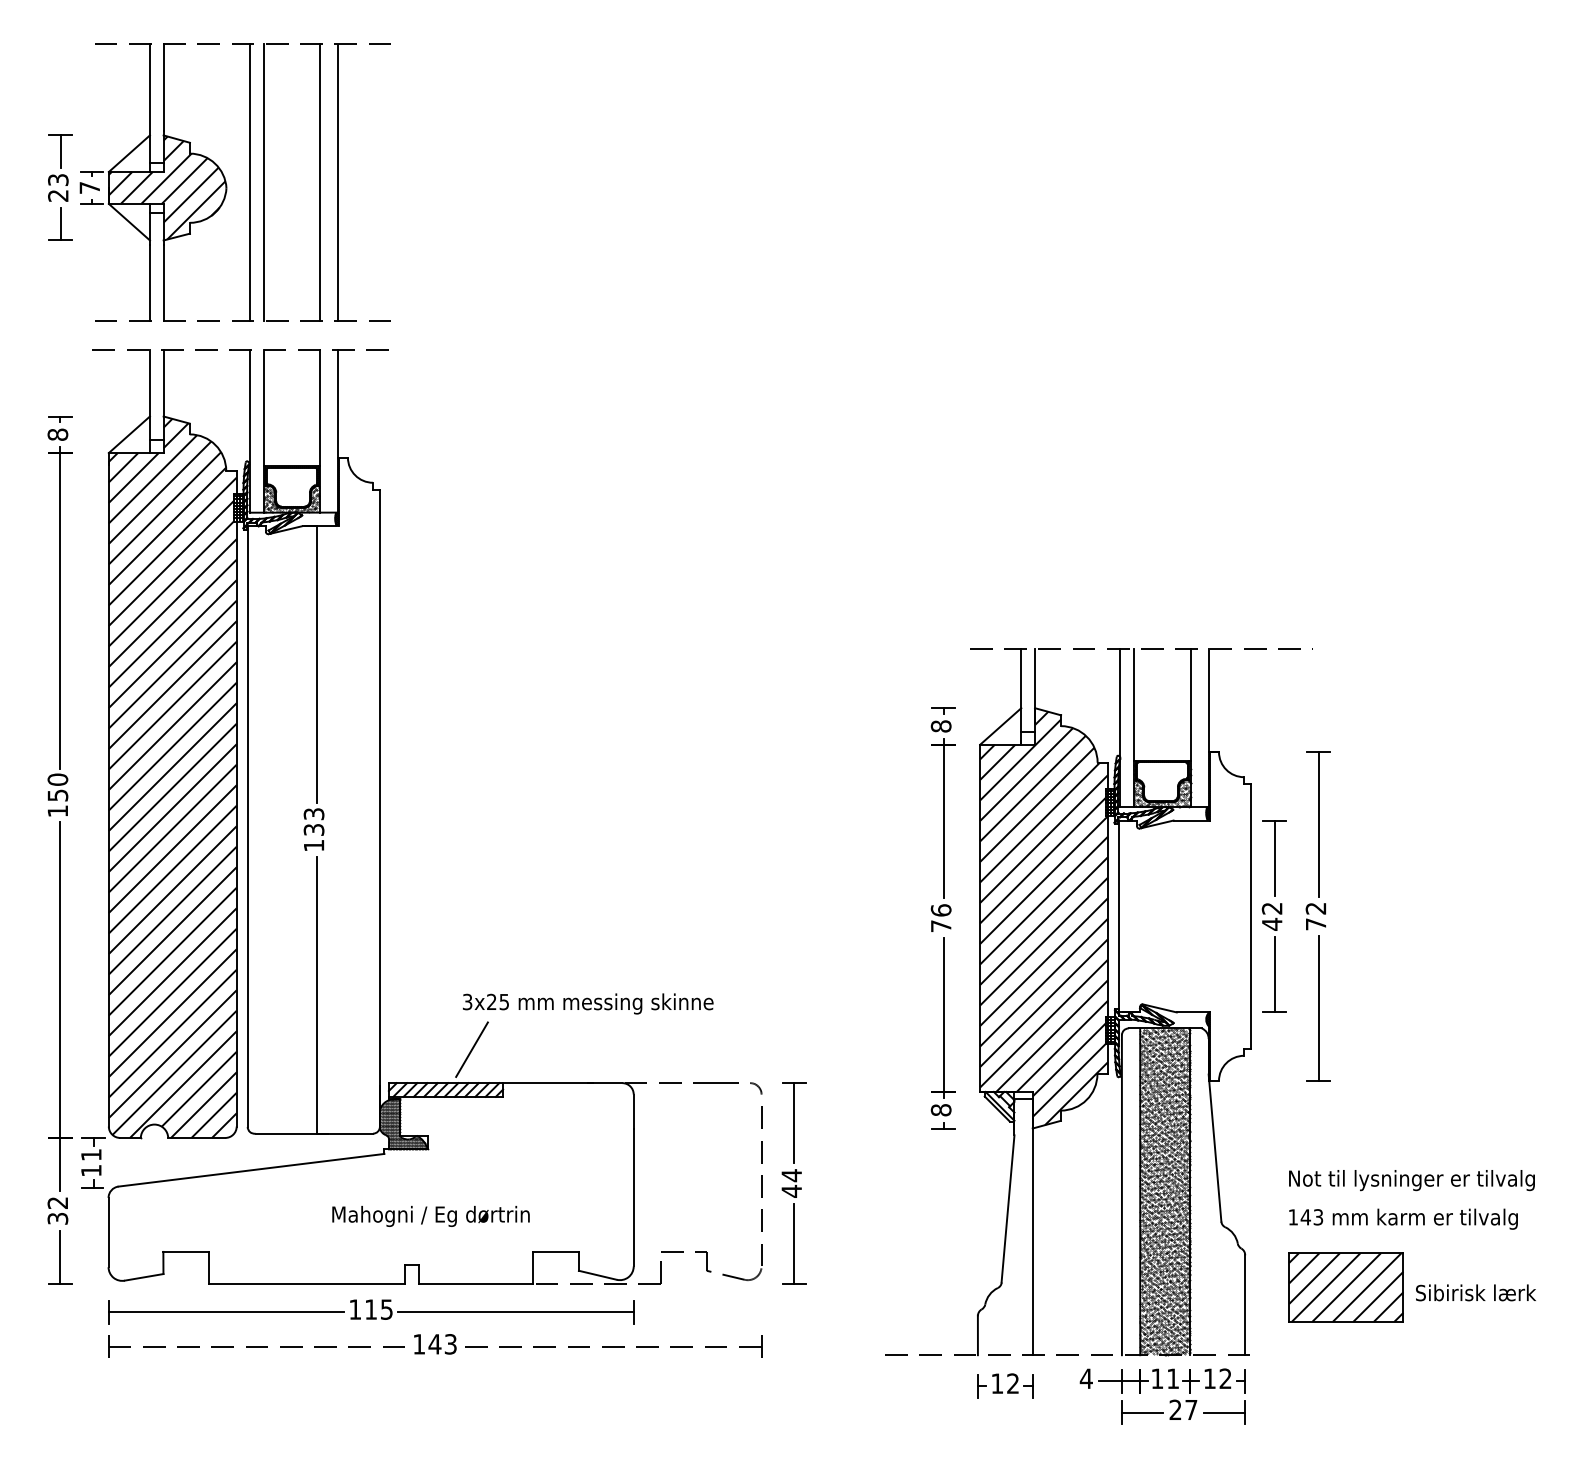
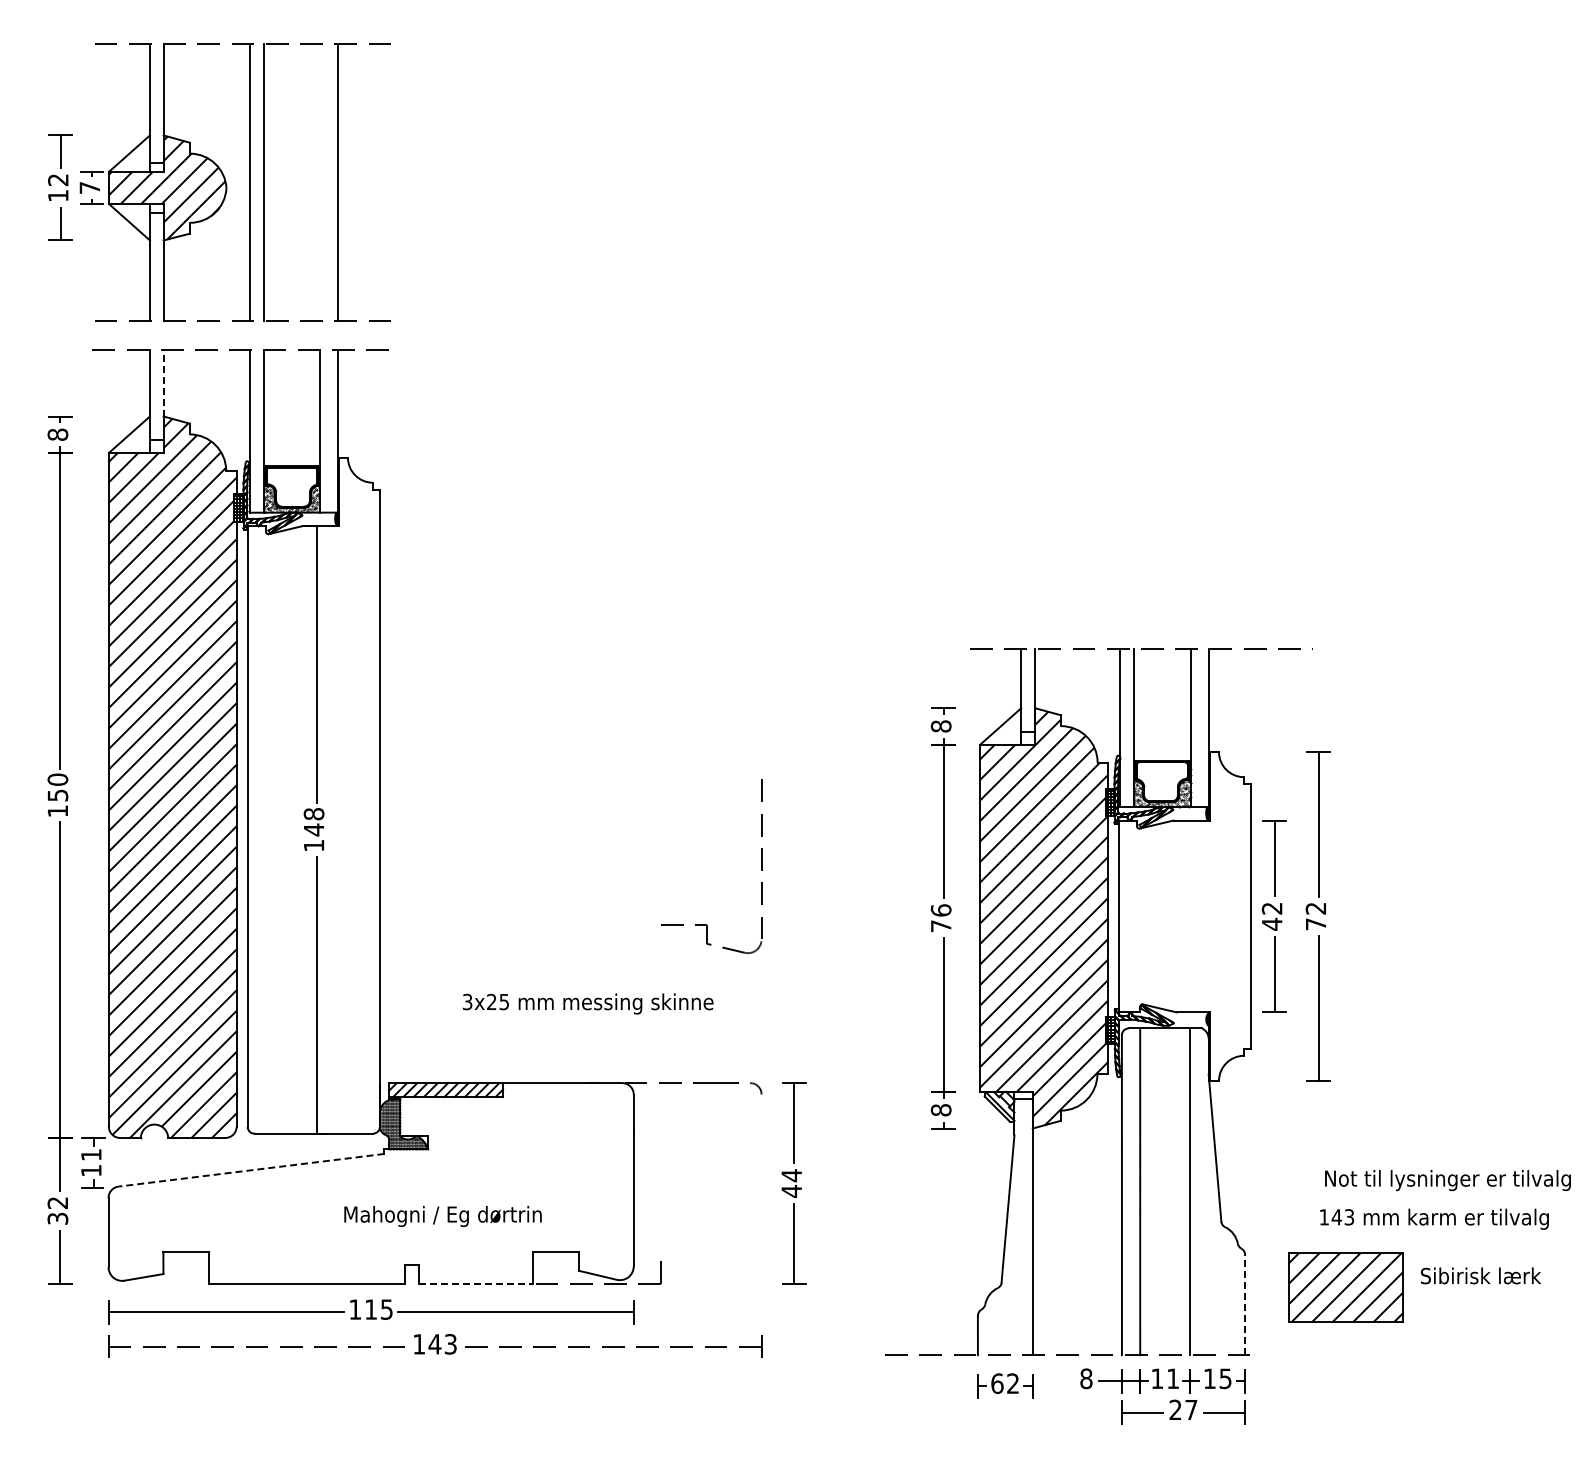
line at (319, 182): present -> none
text at (58, 187): 23 -> 12
line at (163, 382): solid -> dashed
text at (313, 822): 133 -> 148
line at (471, 1049): present -> none
line at (251, 1170): solid -> dashed
text at (1411, 1180) position: (1411, 1180) -> (1447, 1180)
hatch at (1165, 1191): present -> none
part at (761, 1193) position: (761, 1193) -> (761, 866)
text at (430, 1216) position: (430, 1216) -> (442, 1216)
text at (1403, 1218) position: (1403, 1218) -> (1434, 1218)
line at (476, 1283): solid -> dashed
text at (1475, 1292) position: (1475, 1292) -> (1480, 1275)
line at (1245, 1305): solid -> dashed
text at (1085, 1378): 4 -> 8
text at (1225, 1378): 12 -> 15
text at (997, 1383): 12 -> 62
